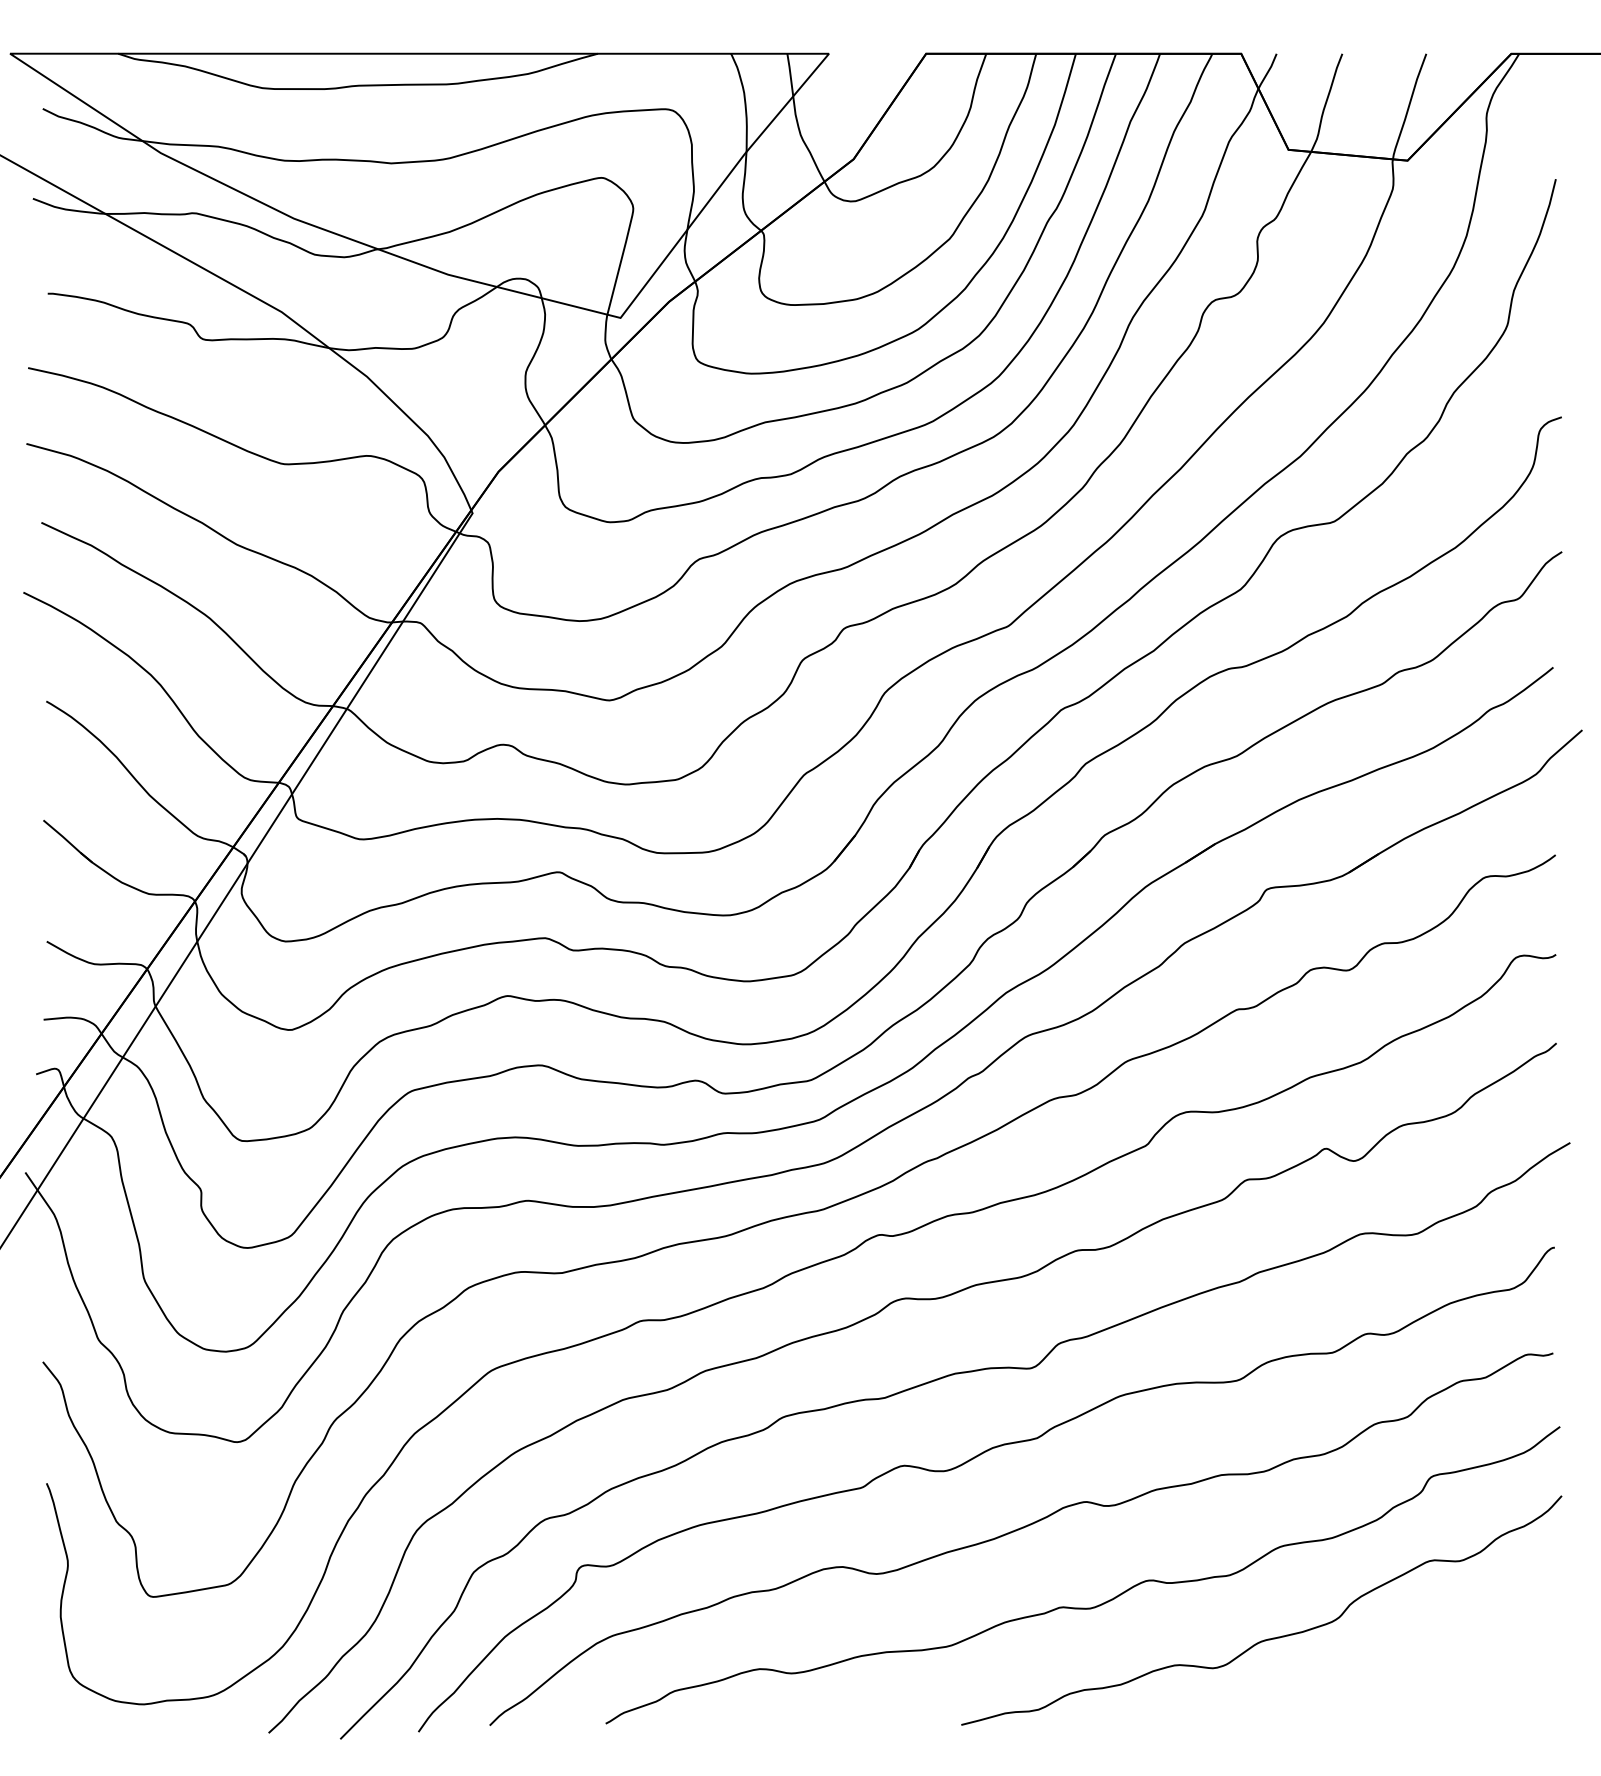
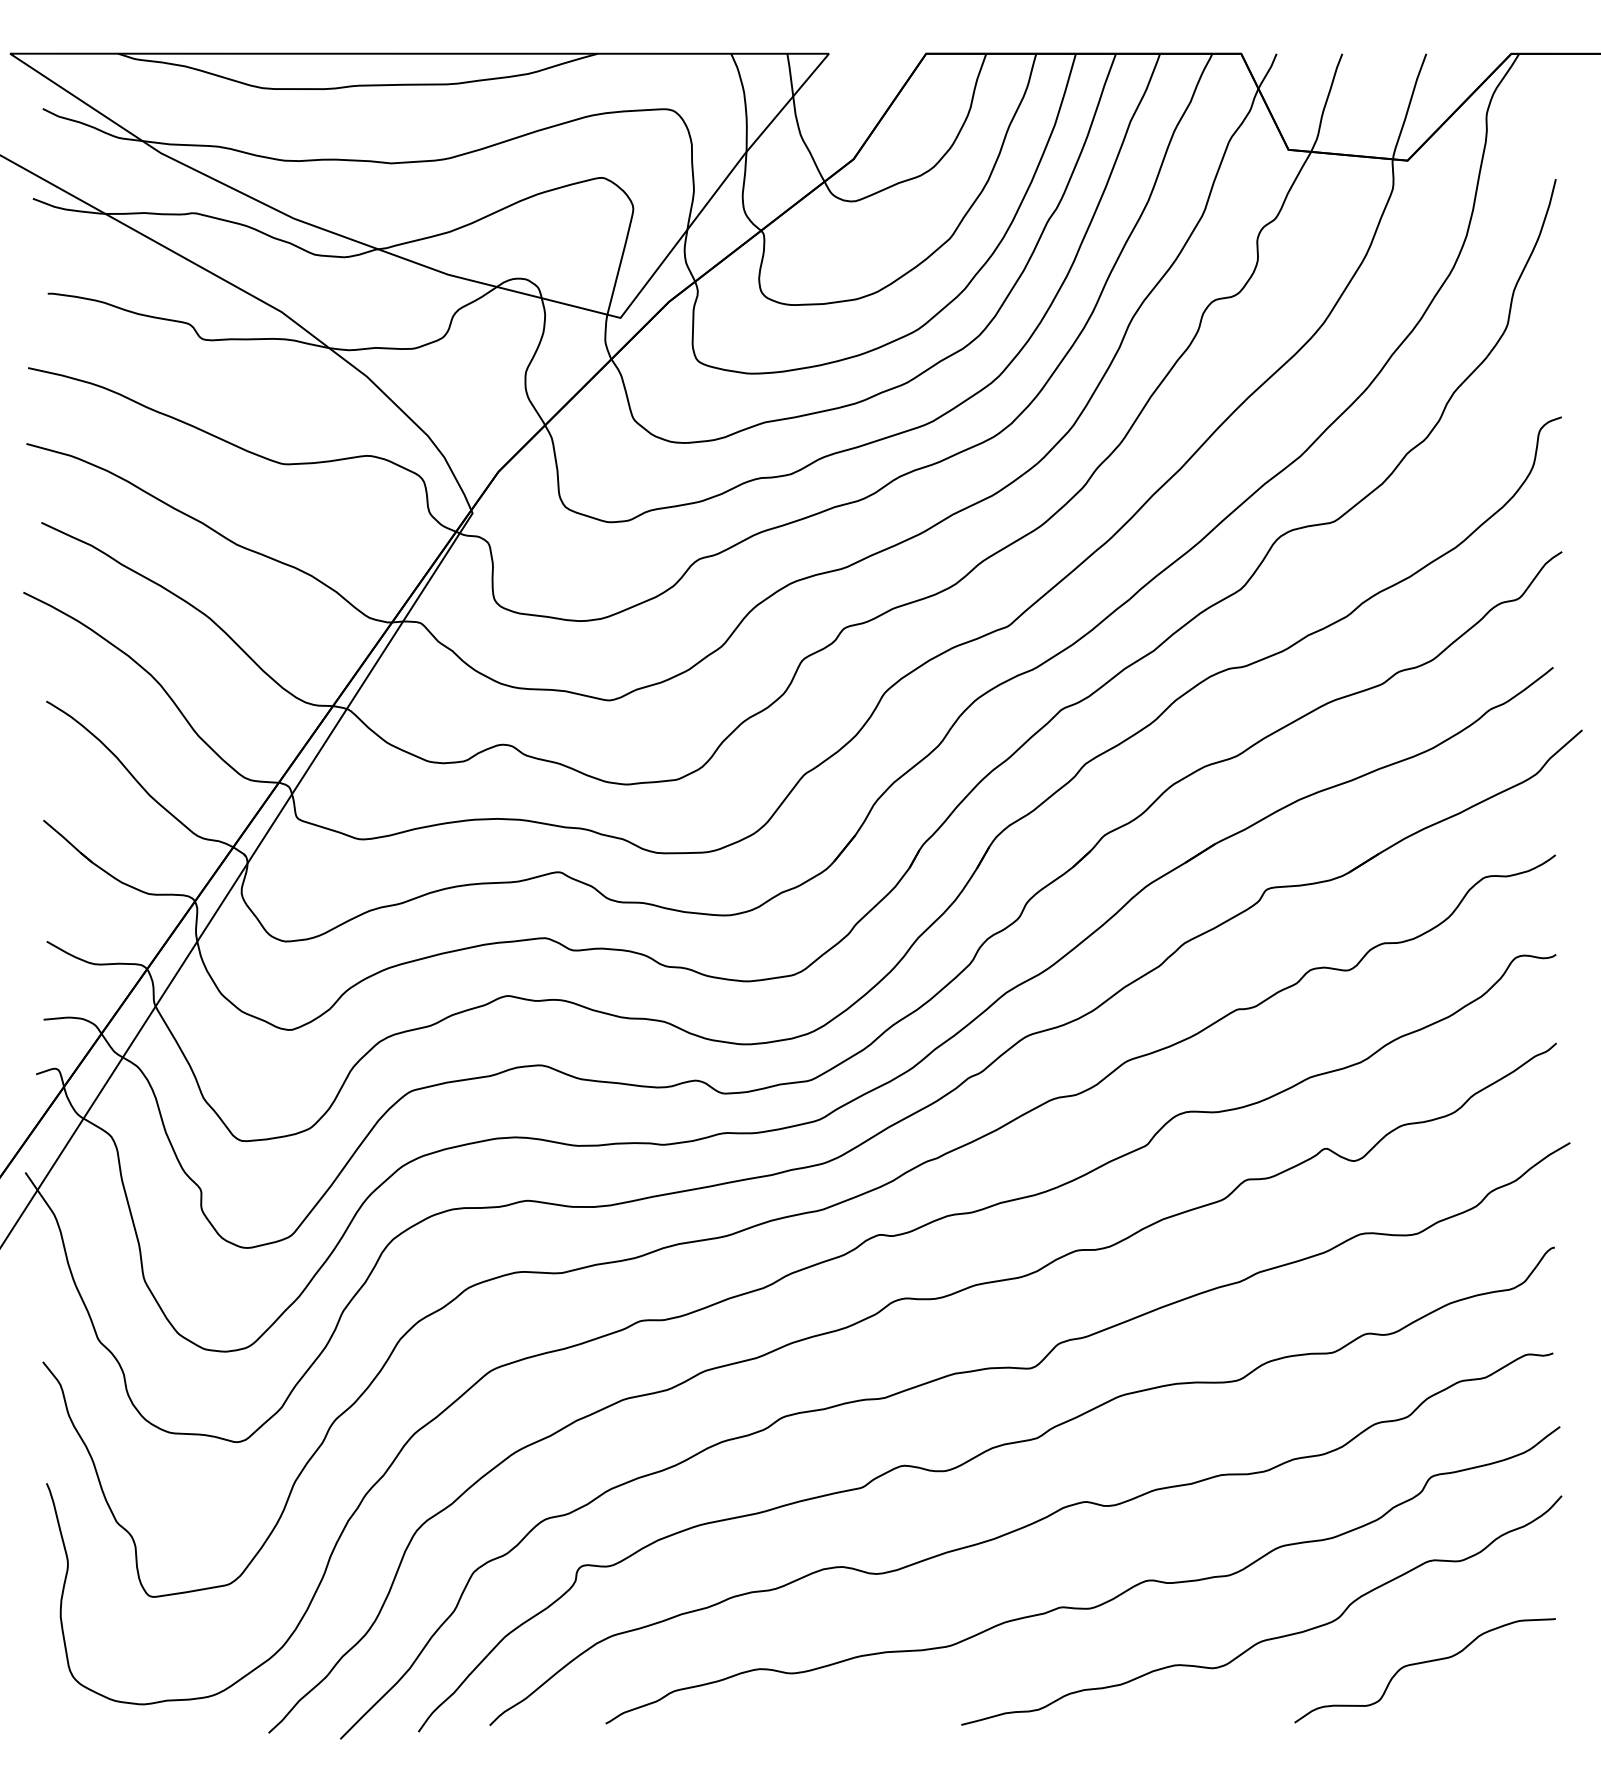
curve at (1424, 1663): none -> present
